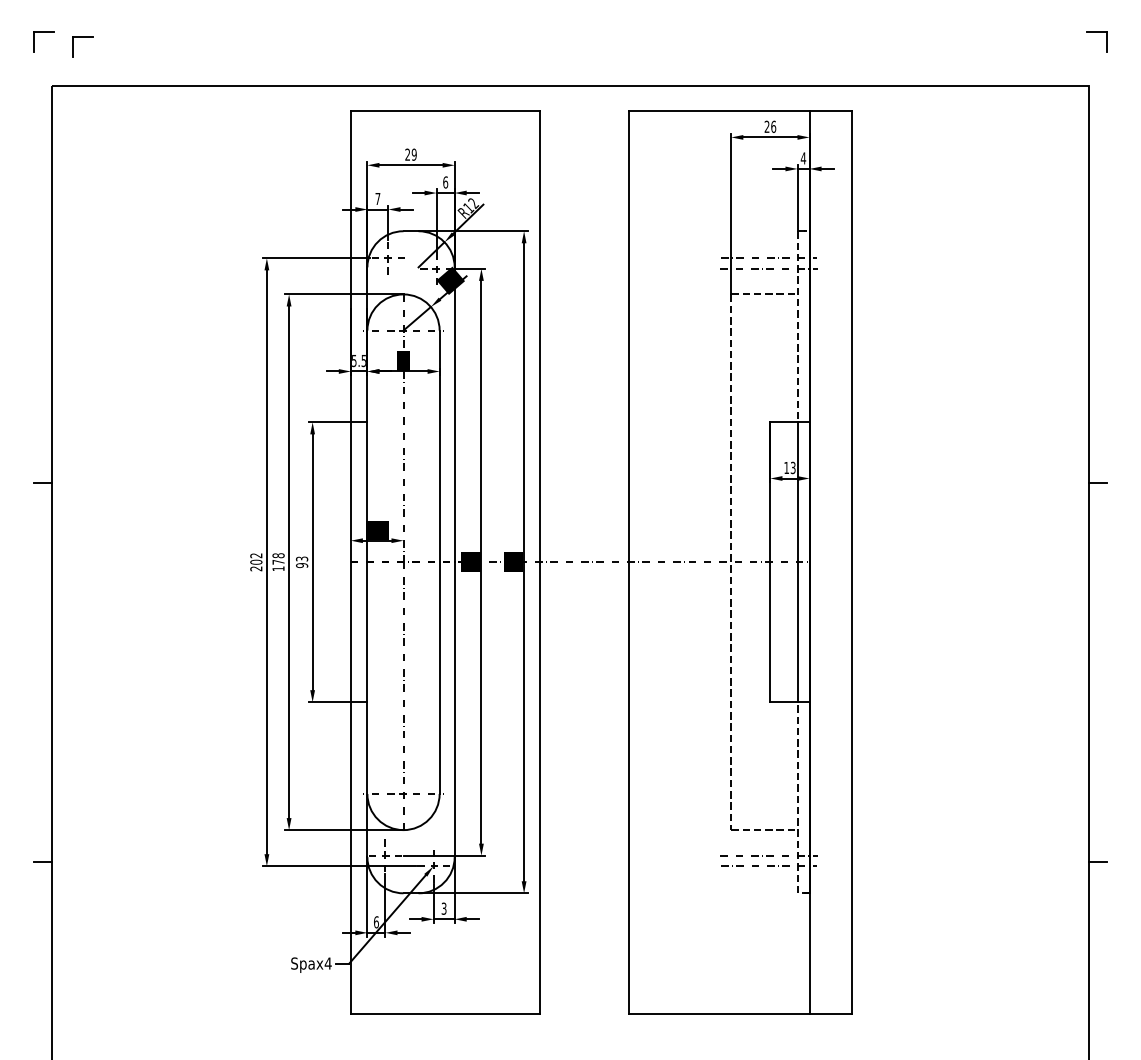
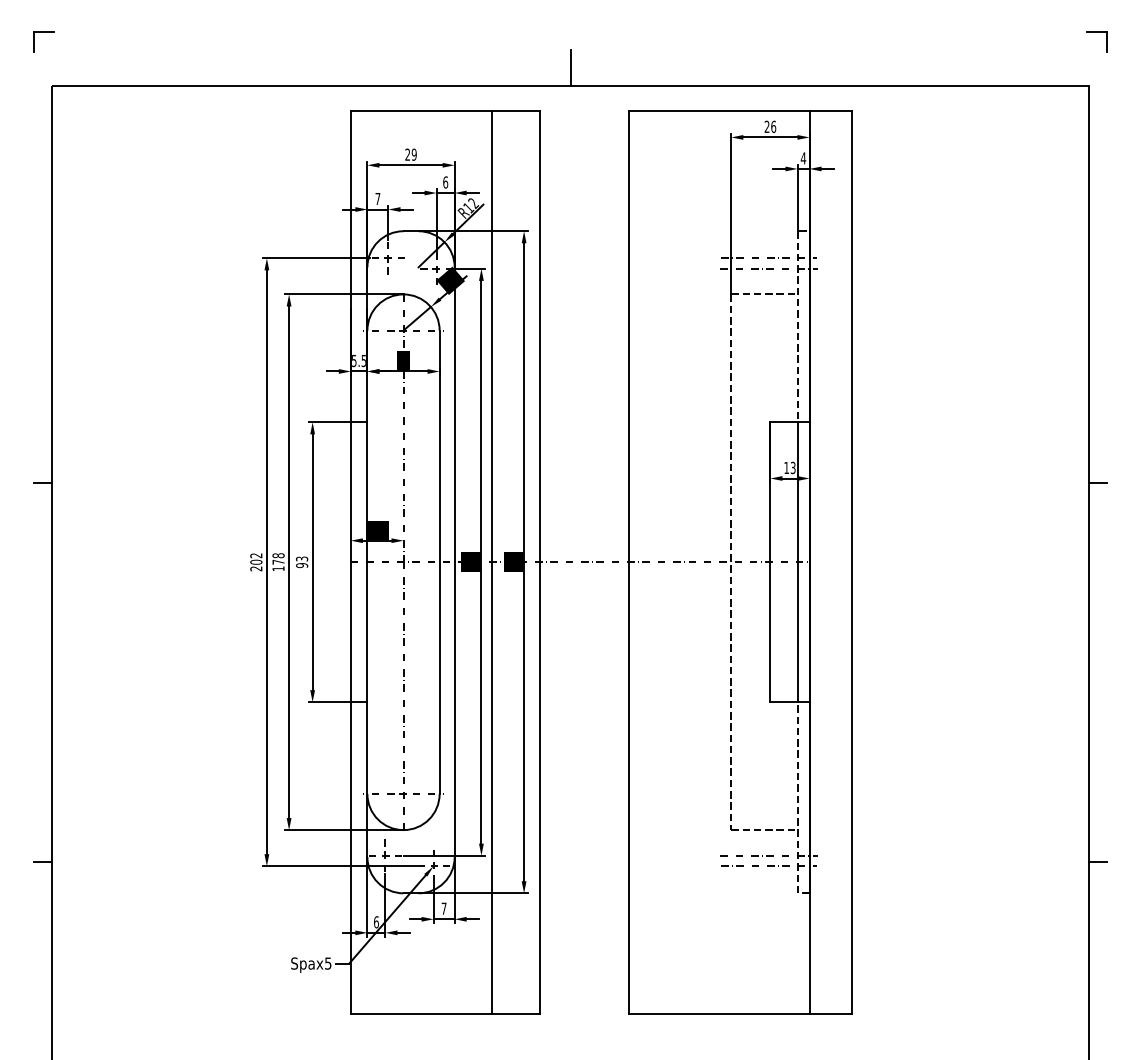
part at (82, 37): present -> none
line at (570, 67): none -> present
line at (492, 561): none -> present
text at (443, 908): 3 -> 7
text at (327, 963): Spax4 -> Spax5
